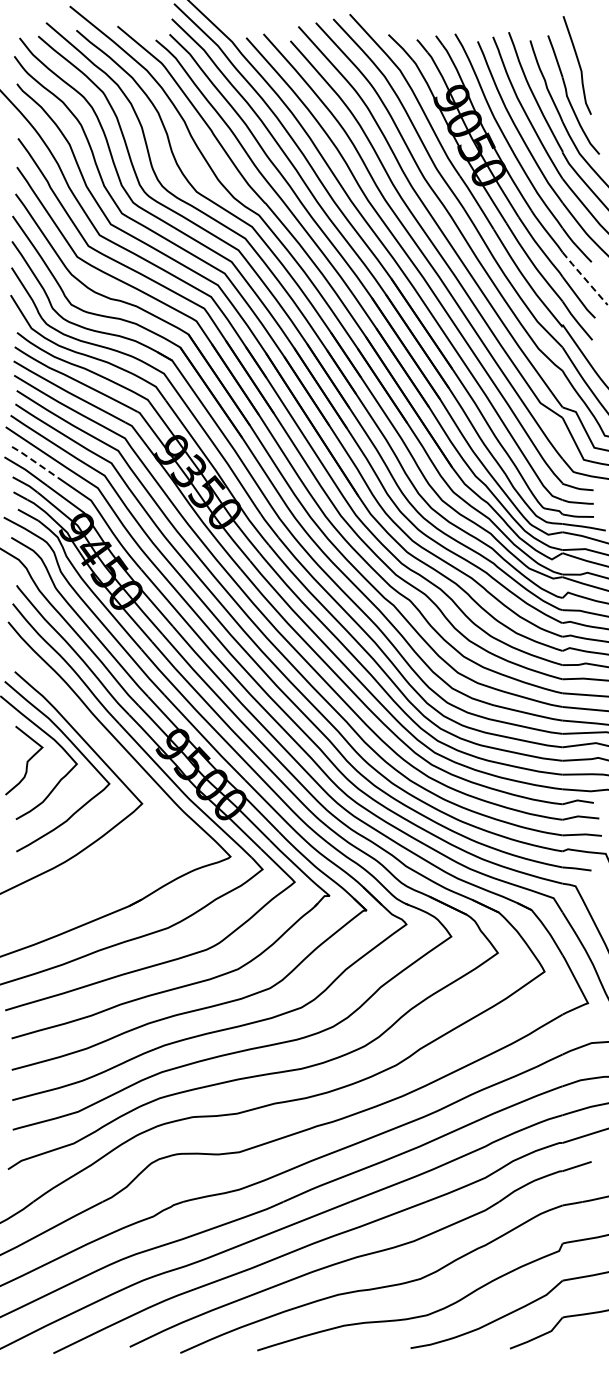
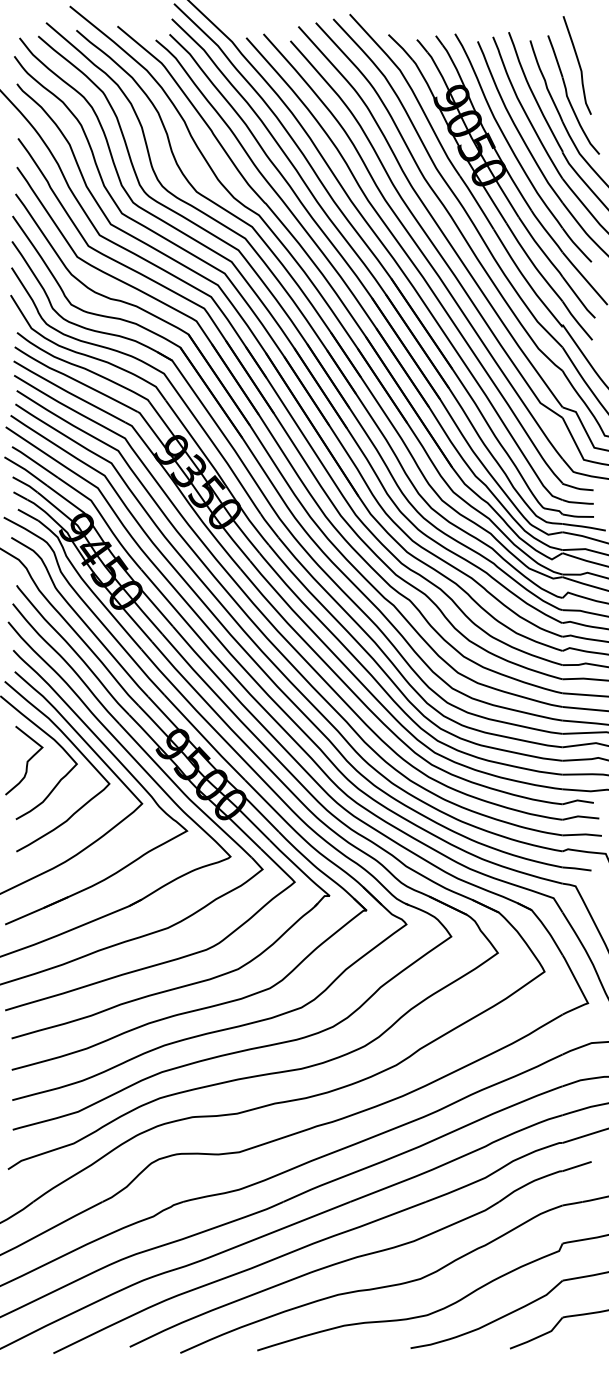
line at (584, 278): dashed -> solid
line at (34, 461): dashed -> solid
part at (121, 765): none -> present
